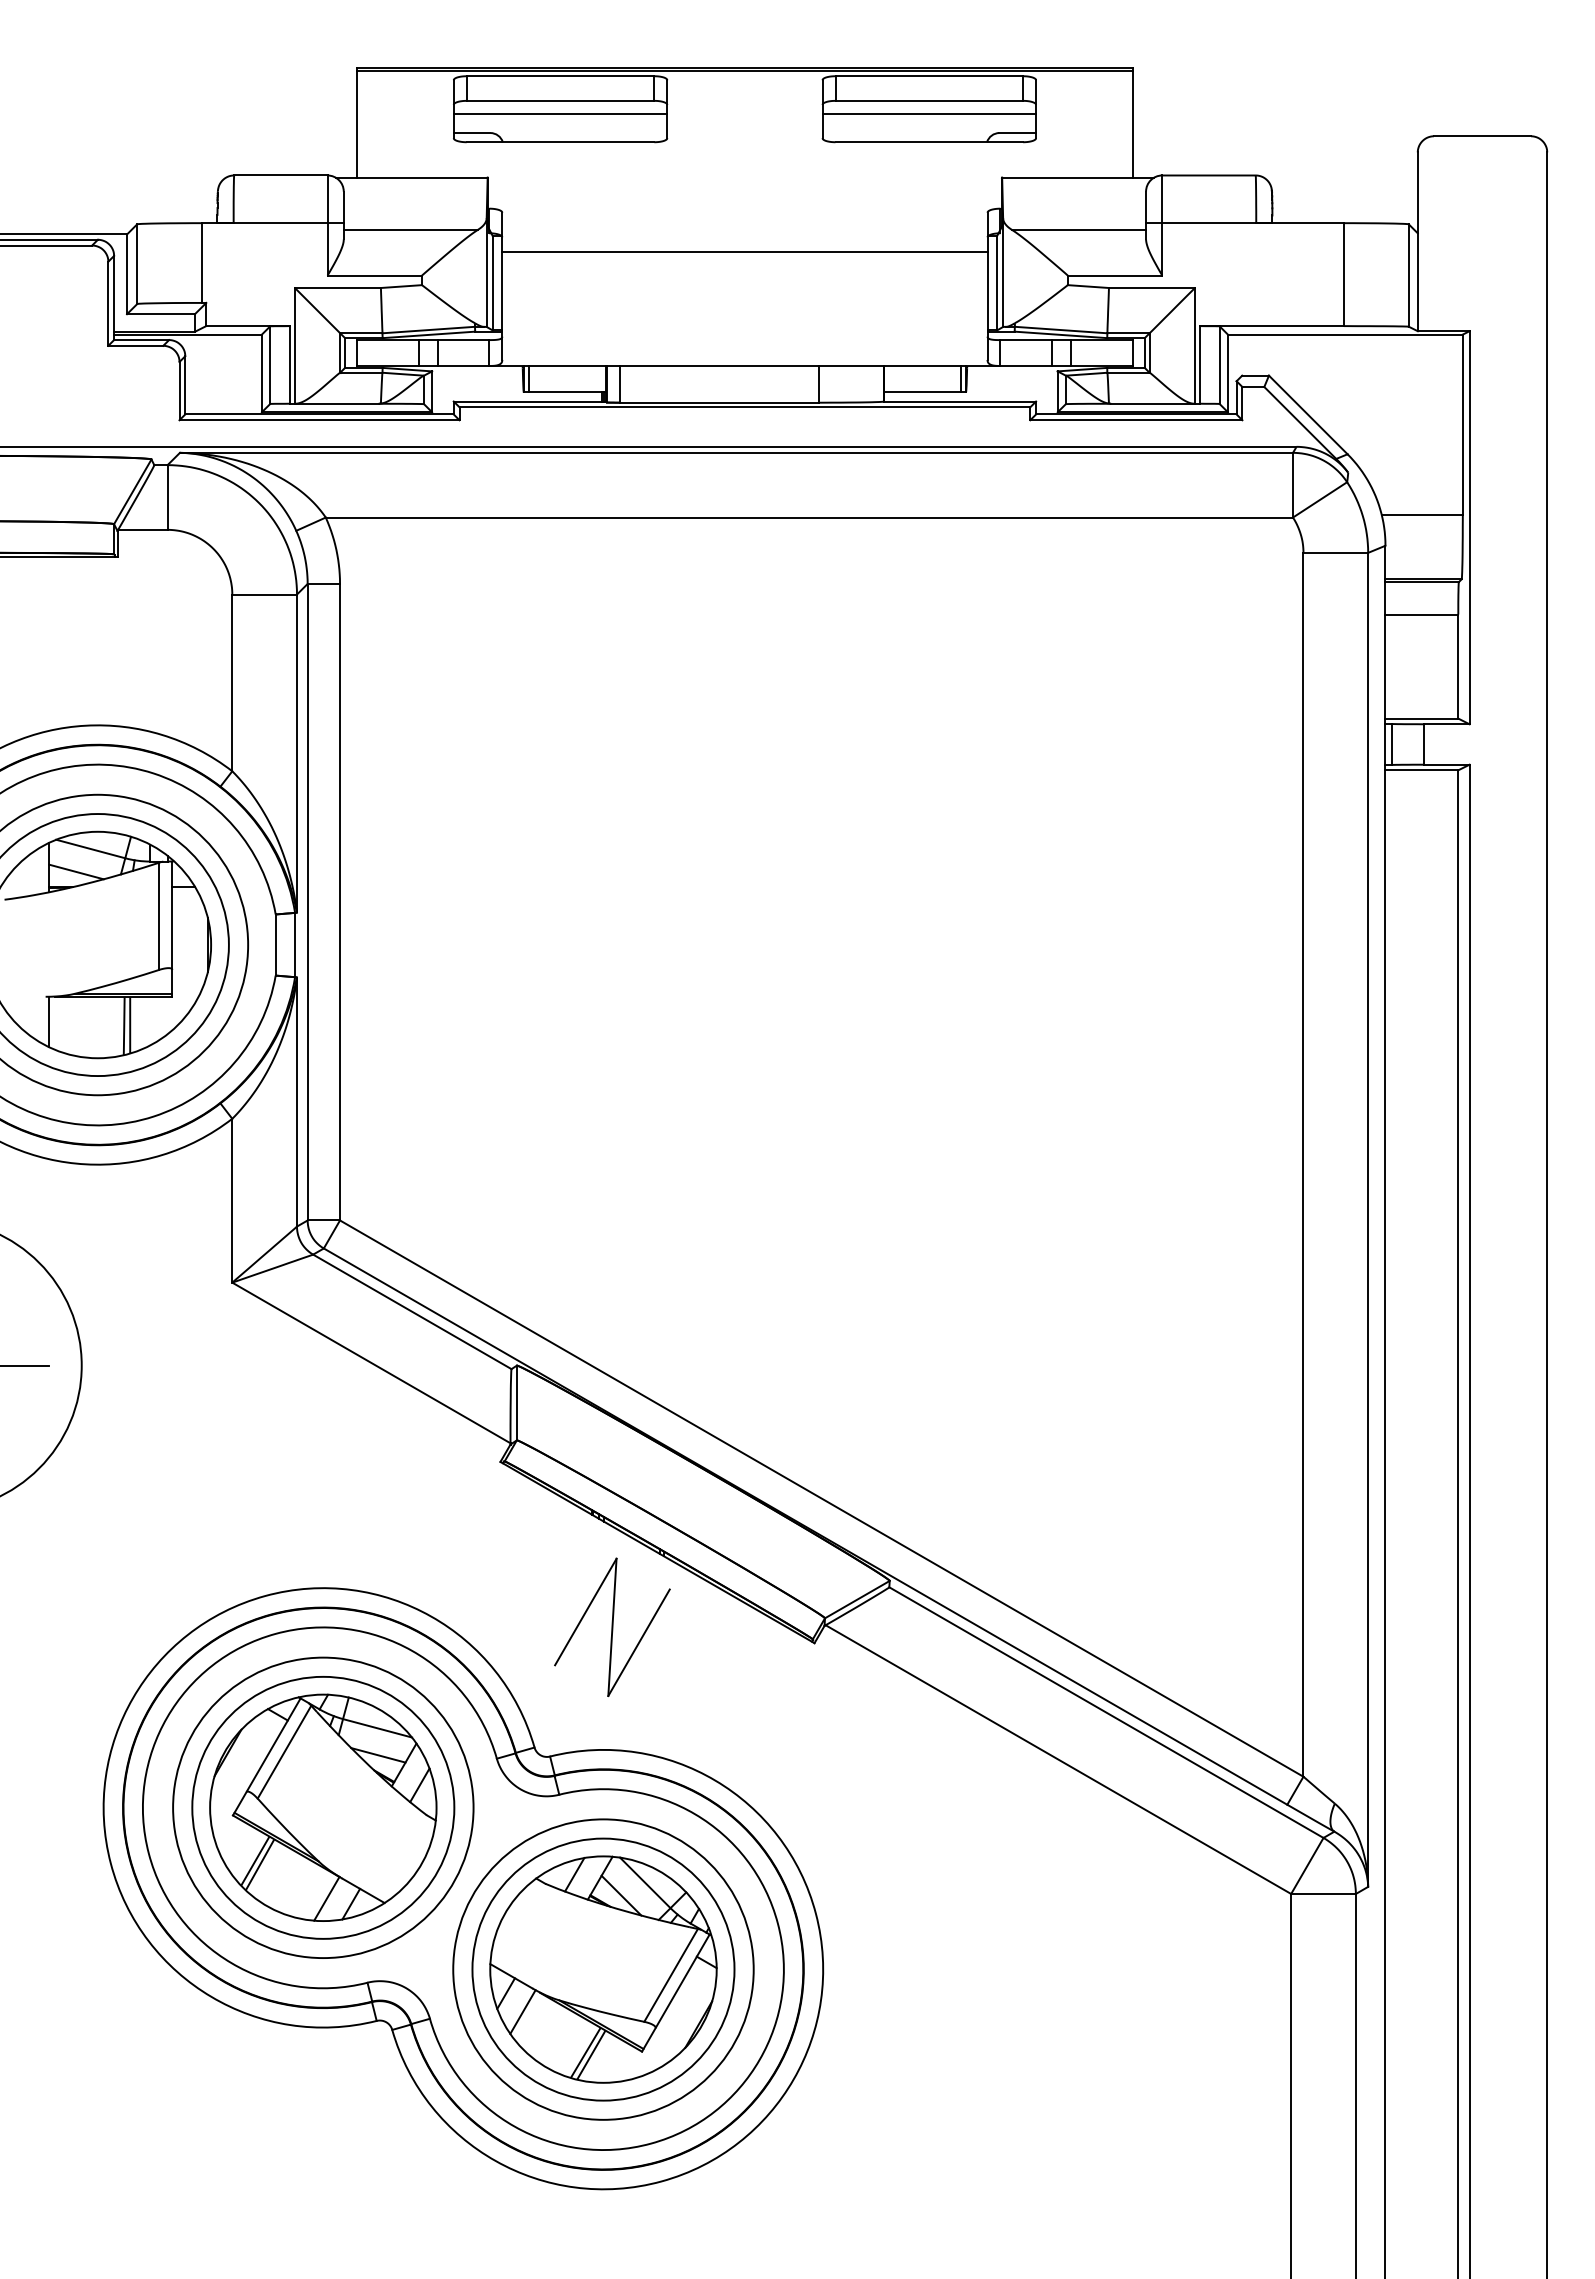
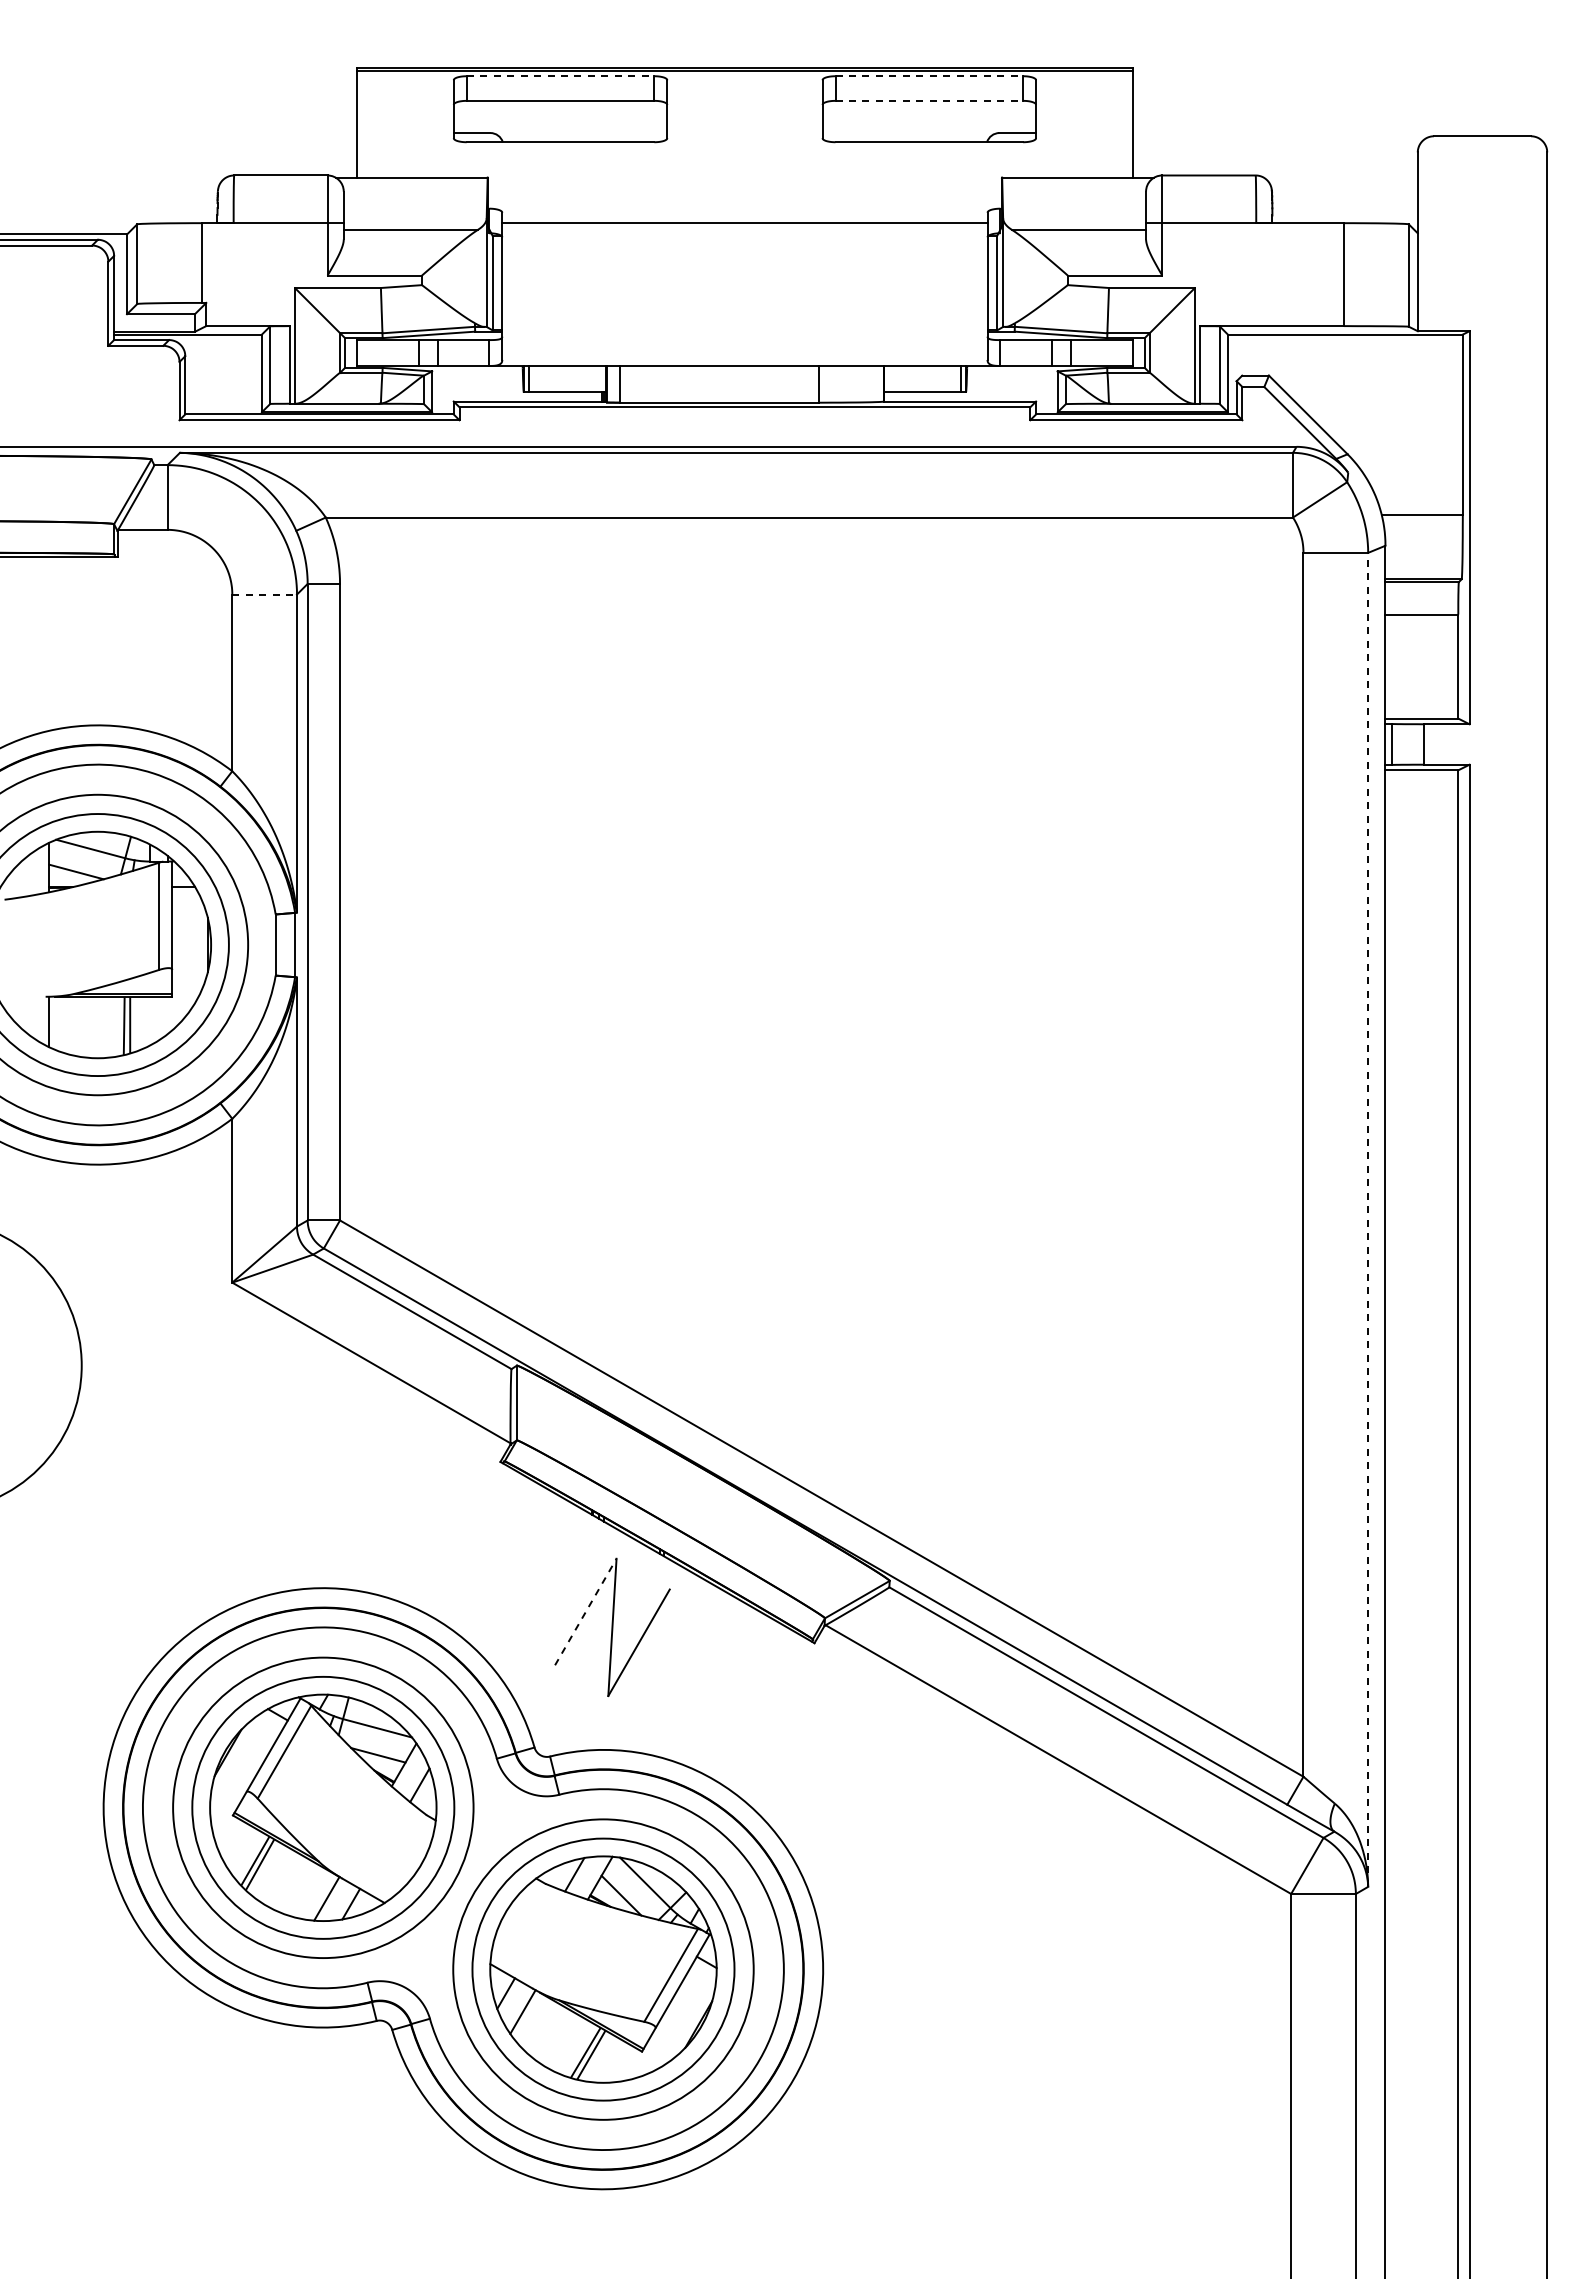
line at (560, 76): solid -> dashed
line at (929, 76): solid -> dashed
line at (929, 100): solid -> dashed
line at (560, 113): present -> none
line at (929, 113): present -> none
line at (744, 252) position: (744, 252) -> (744, 223)
line at (265, 594): solid -> dashed
line at (1368, 1219): solid -> dashed
line at (25, 1365): present -> none
line at (586, 1611): solid -> dashed
